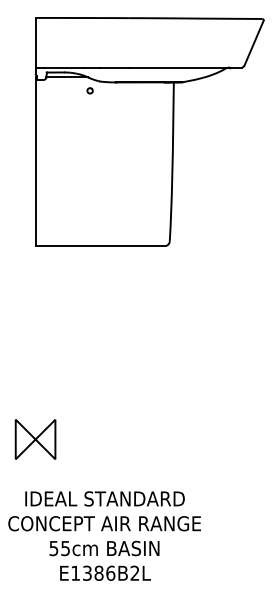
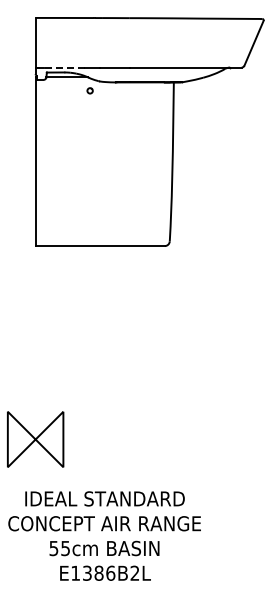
line at (63, 67): solid -> dashed
part at (35, 439) size: 43x41 px -> 58x57 px
